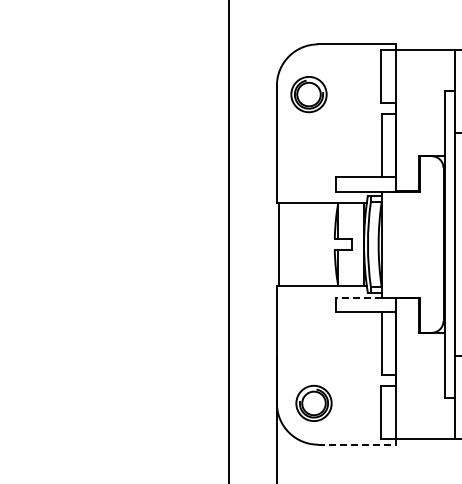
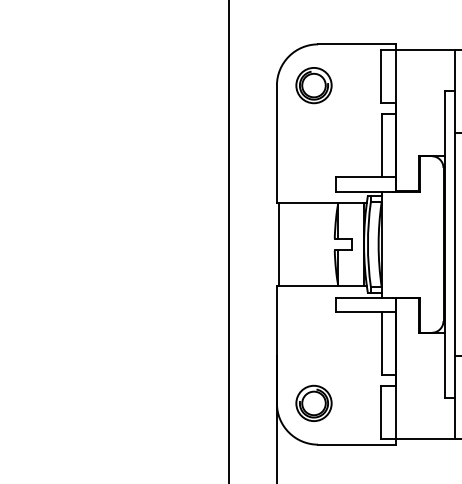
part at (308, 94) position: (308, 94) -> (313, 85)
line at (358, 297): dashed -> solid
line at (356, 444): dashed -> solid
